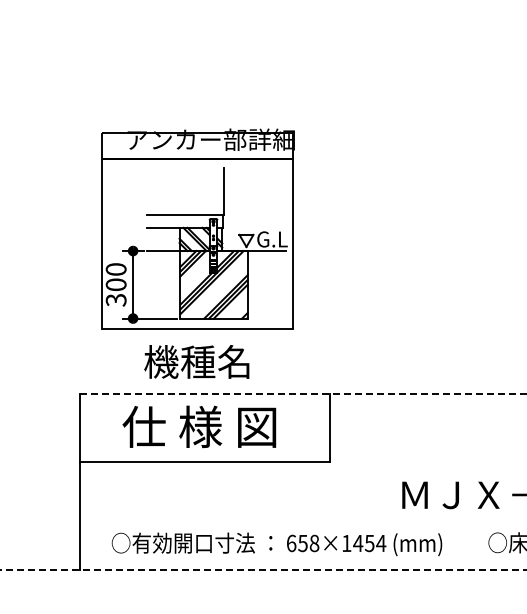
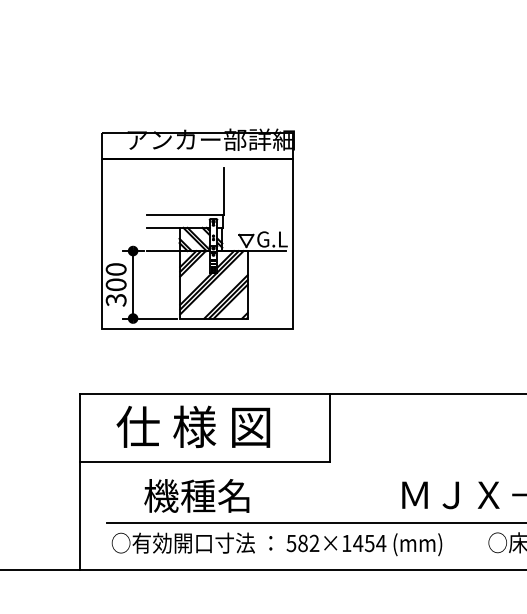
text at (196, 361) position: (196, 361) -> (196, 495)
line at (303, 394): dashed -> solid
text at (199, 426) position: (199, 426) -> (193, 426)
line at (315, 522): none -> present
text at (302, 543): 658×1454 -> 582×1454
line at (263, 569): dashed -> solid
